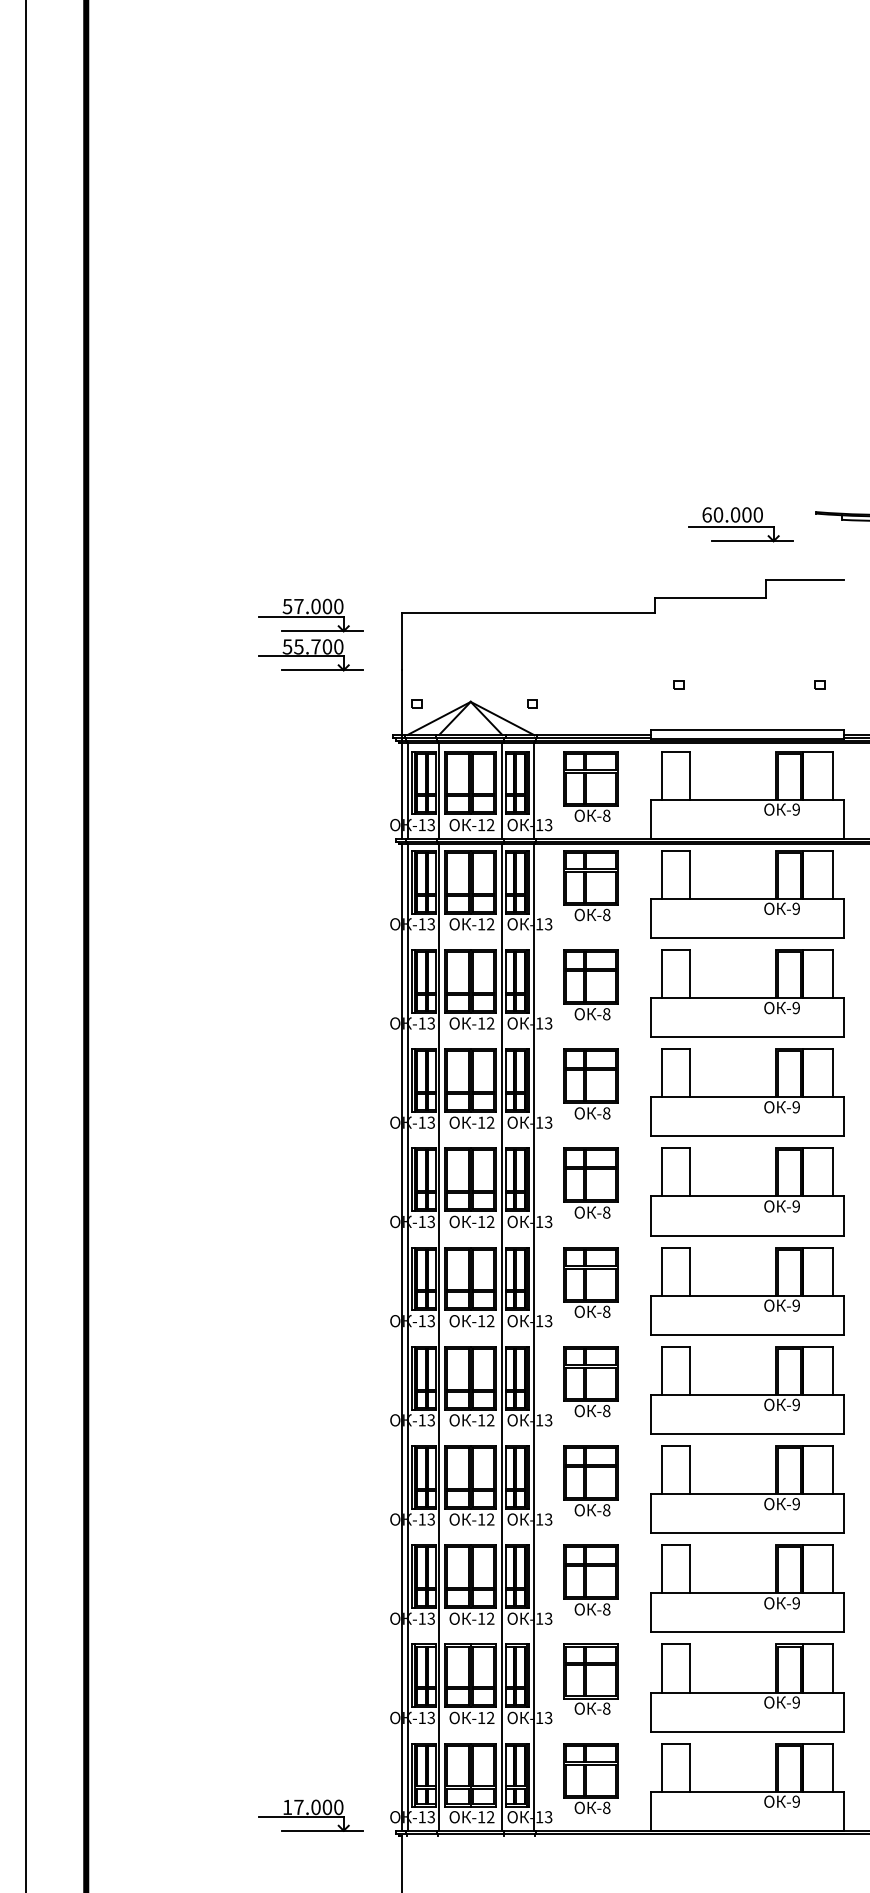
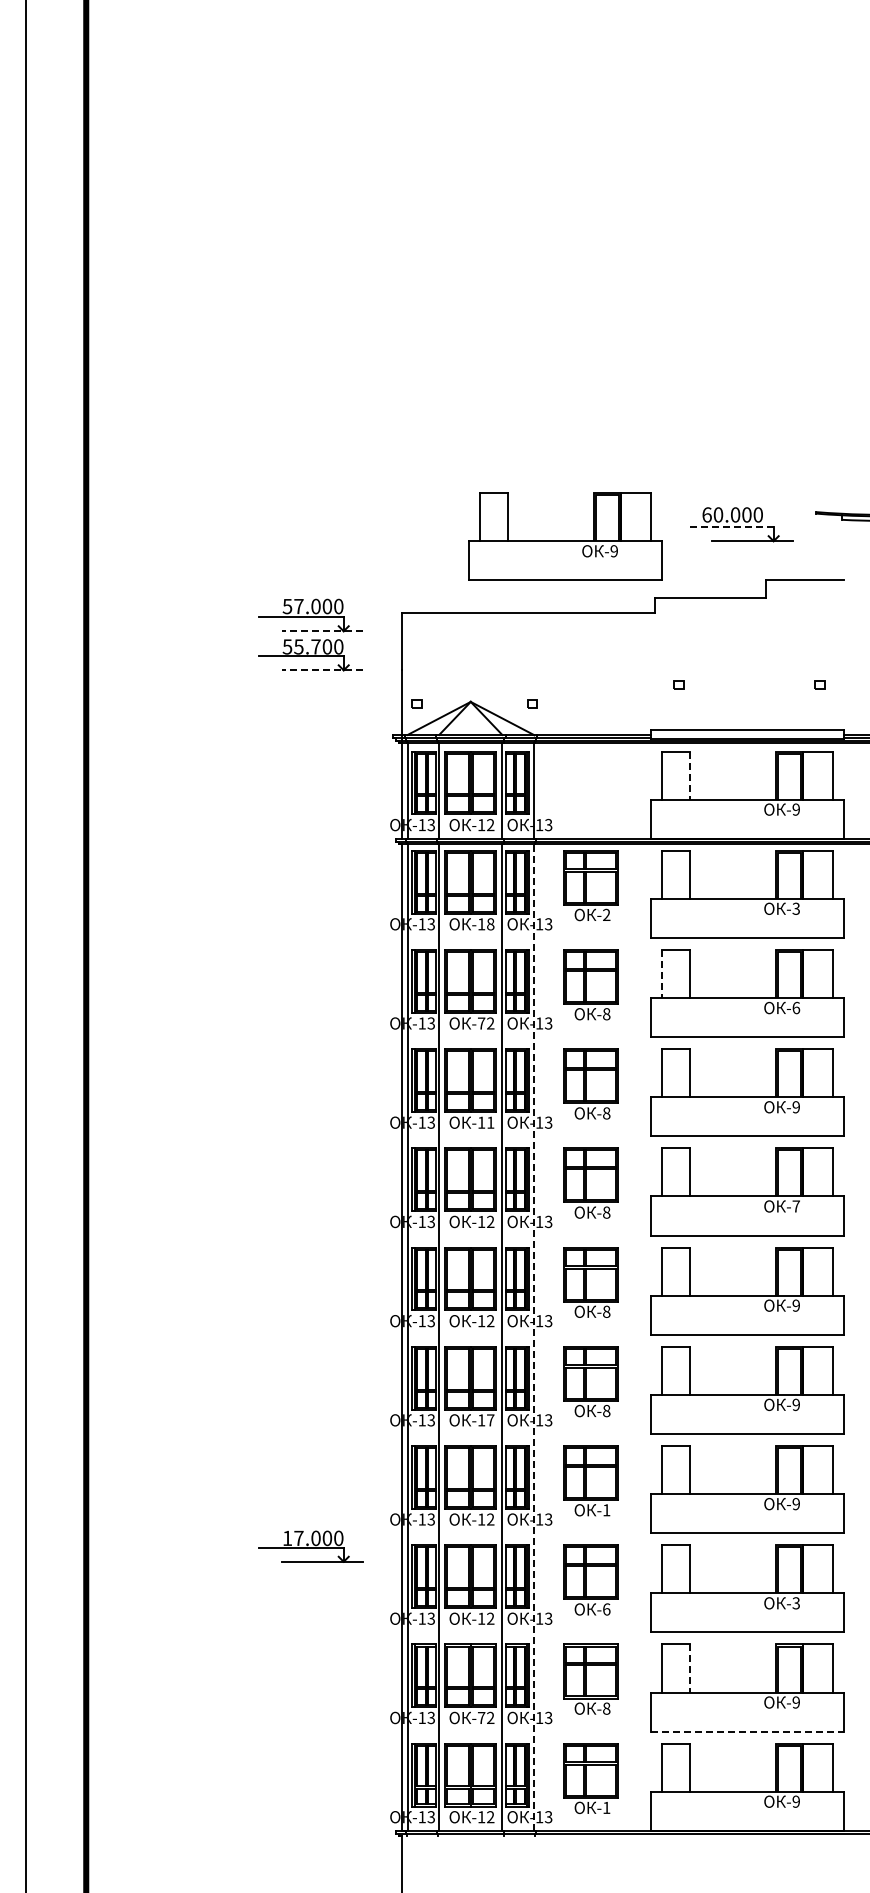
line at (730, 527): solid -> dashed
part at (565, 536): none -> present
line at (322, 631): solid -> dashed
line at (322, 670): solid -> dashed
line at (689, 776): solid -> dashed
part at (590, 786): present -> none
text at (795, 908): -9 -> -3
text at (606, 914): -8 -> -2
text at (490, 924): -12 -> -18
line at (662, 974): solid -> dashed
text at (796, 1007): -9 -> -6
text at (481, 1023): -12 -> -72
text at (490, 1122): -12 -> -11
text at (795, 1206): -9 -> -7
line at (533, 1336): solid -> dashed
text at (490, 1420): -12 -> -17
text at (606, 1510): -8 -> -1
text at (795, 1603): -9 -> -3
text at (606, 1609): -8 -> -6
line at (689, 1668): solid -> dashed
text at (481, 1717): -12 -> -72
line at (747, 1731): solid -> dashed
text at (606, 1807): -8 -> -1
part at (310, 1815) position: (310, 1815) -> (310, 1546)
